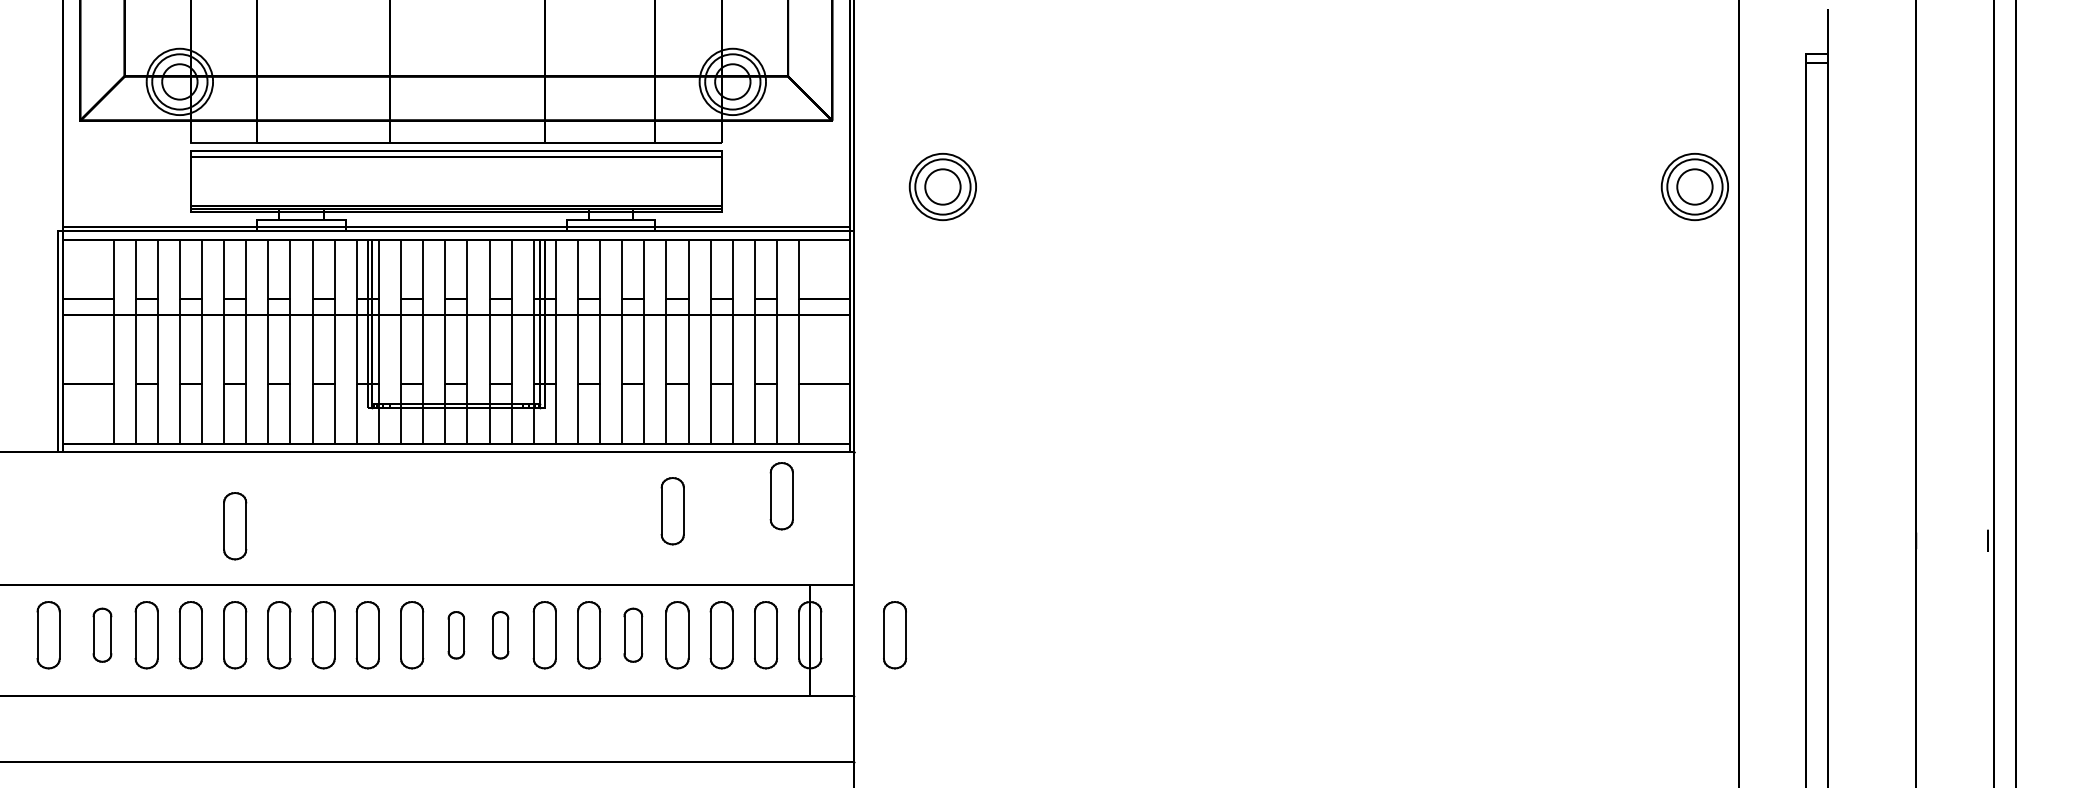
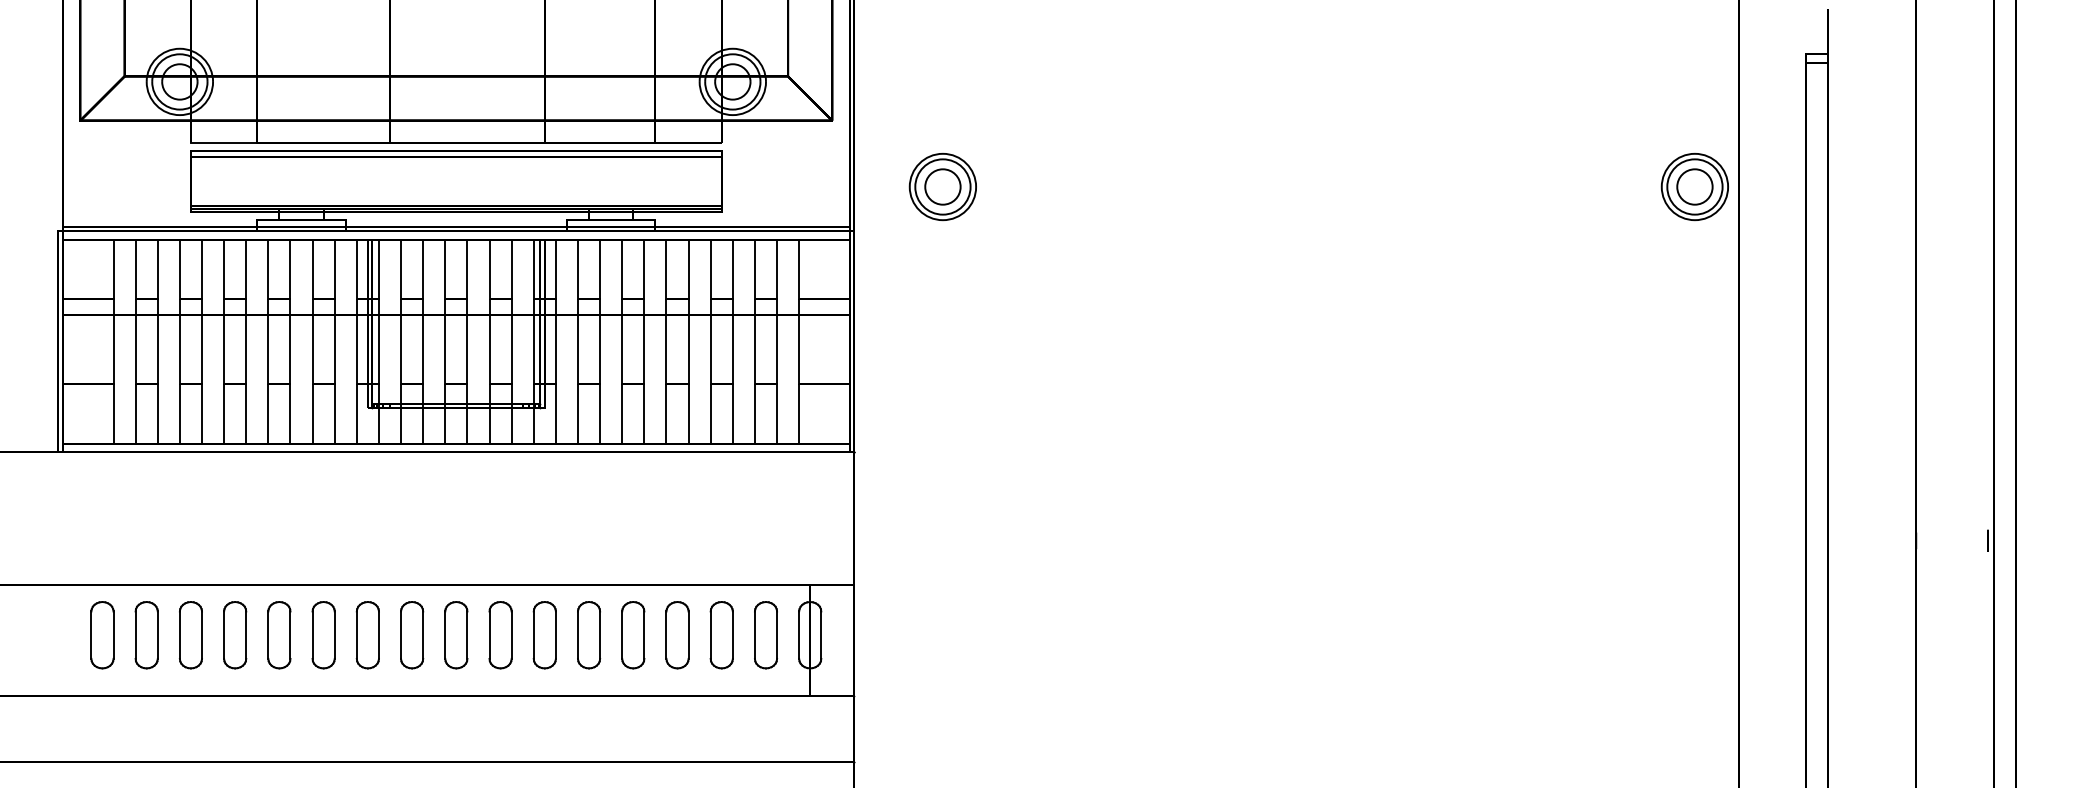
part at (781, 496): present -> none
part at (672, 511): present -> none
part at (235, 526): present -> none
part at (102, 634) size: 21x56 px -> 25x69 px
part at (633, 634) size: 21x56 px -> 25x69 px
part at (48, 635): present -> none
part at (456, 635) size: 19x49 px -> 25x69 px
part at (500, 635) size: 19x49 px -> 25x69 px
part at (894, 635): present -> none
